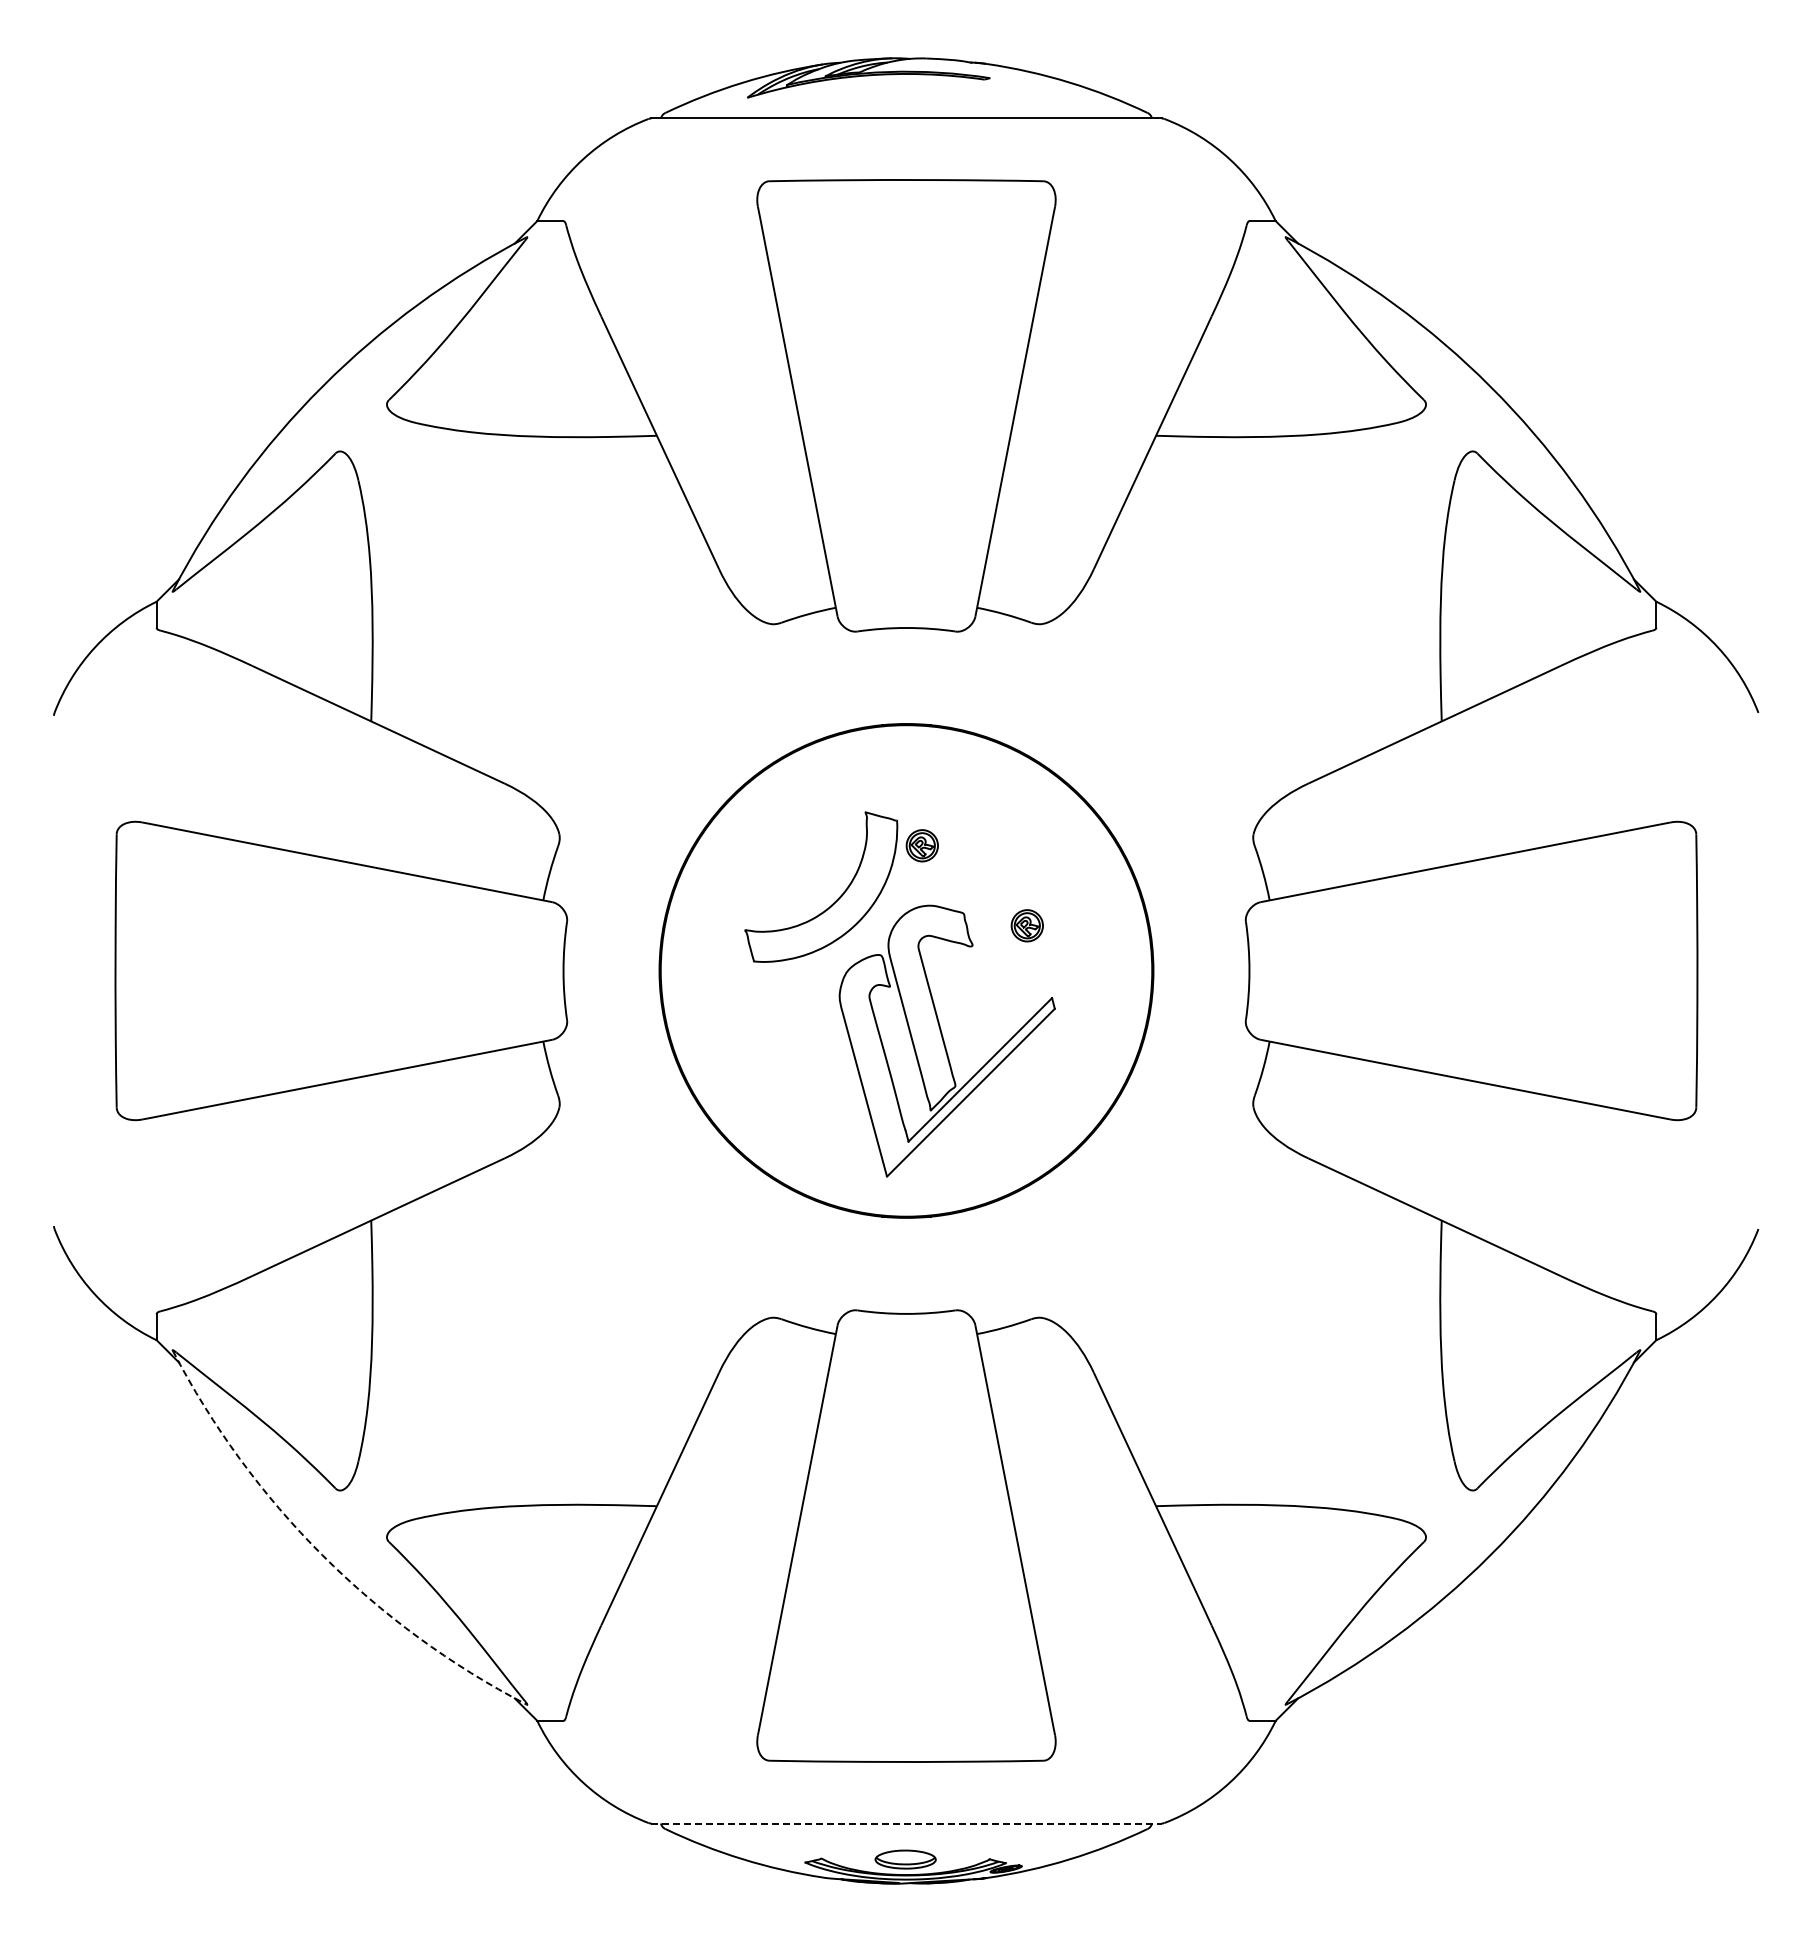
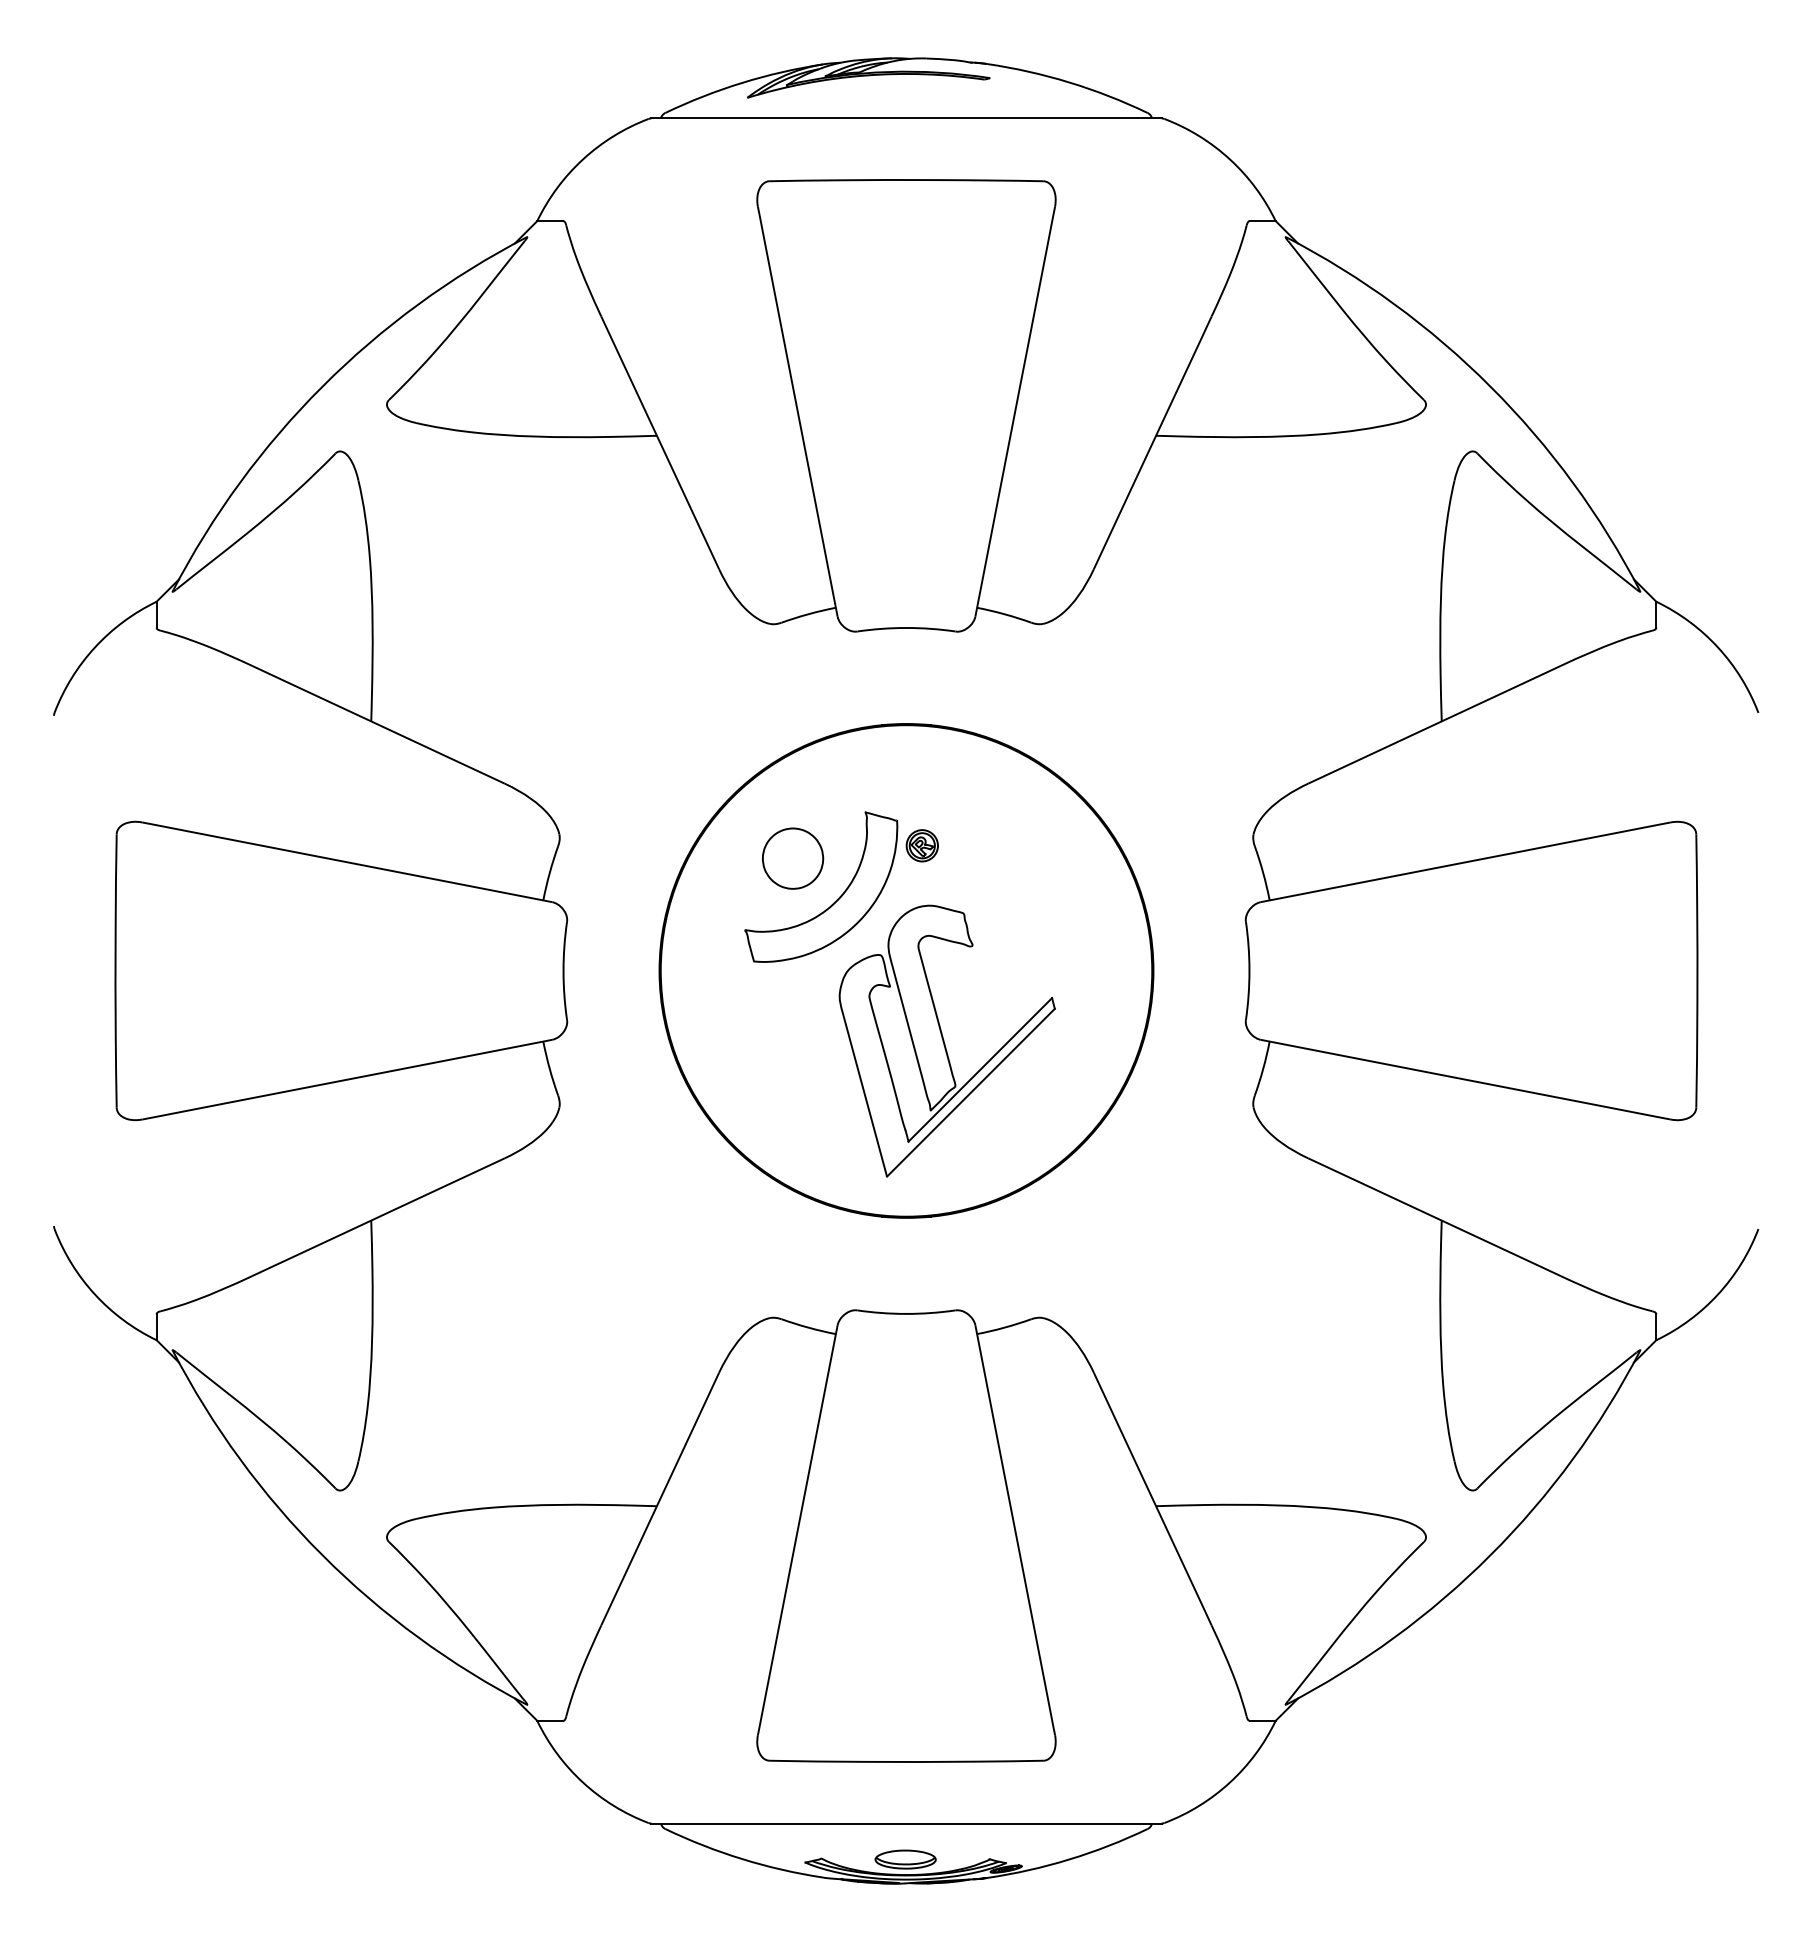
part at (793, 858): none -> present
part at (1026, 925): present -> none
arc at (322, 1555): dashed -> solid
line at (907, 1823): dashed -> solid
